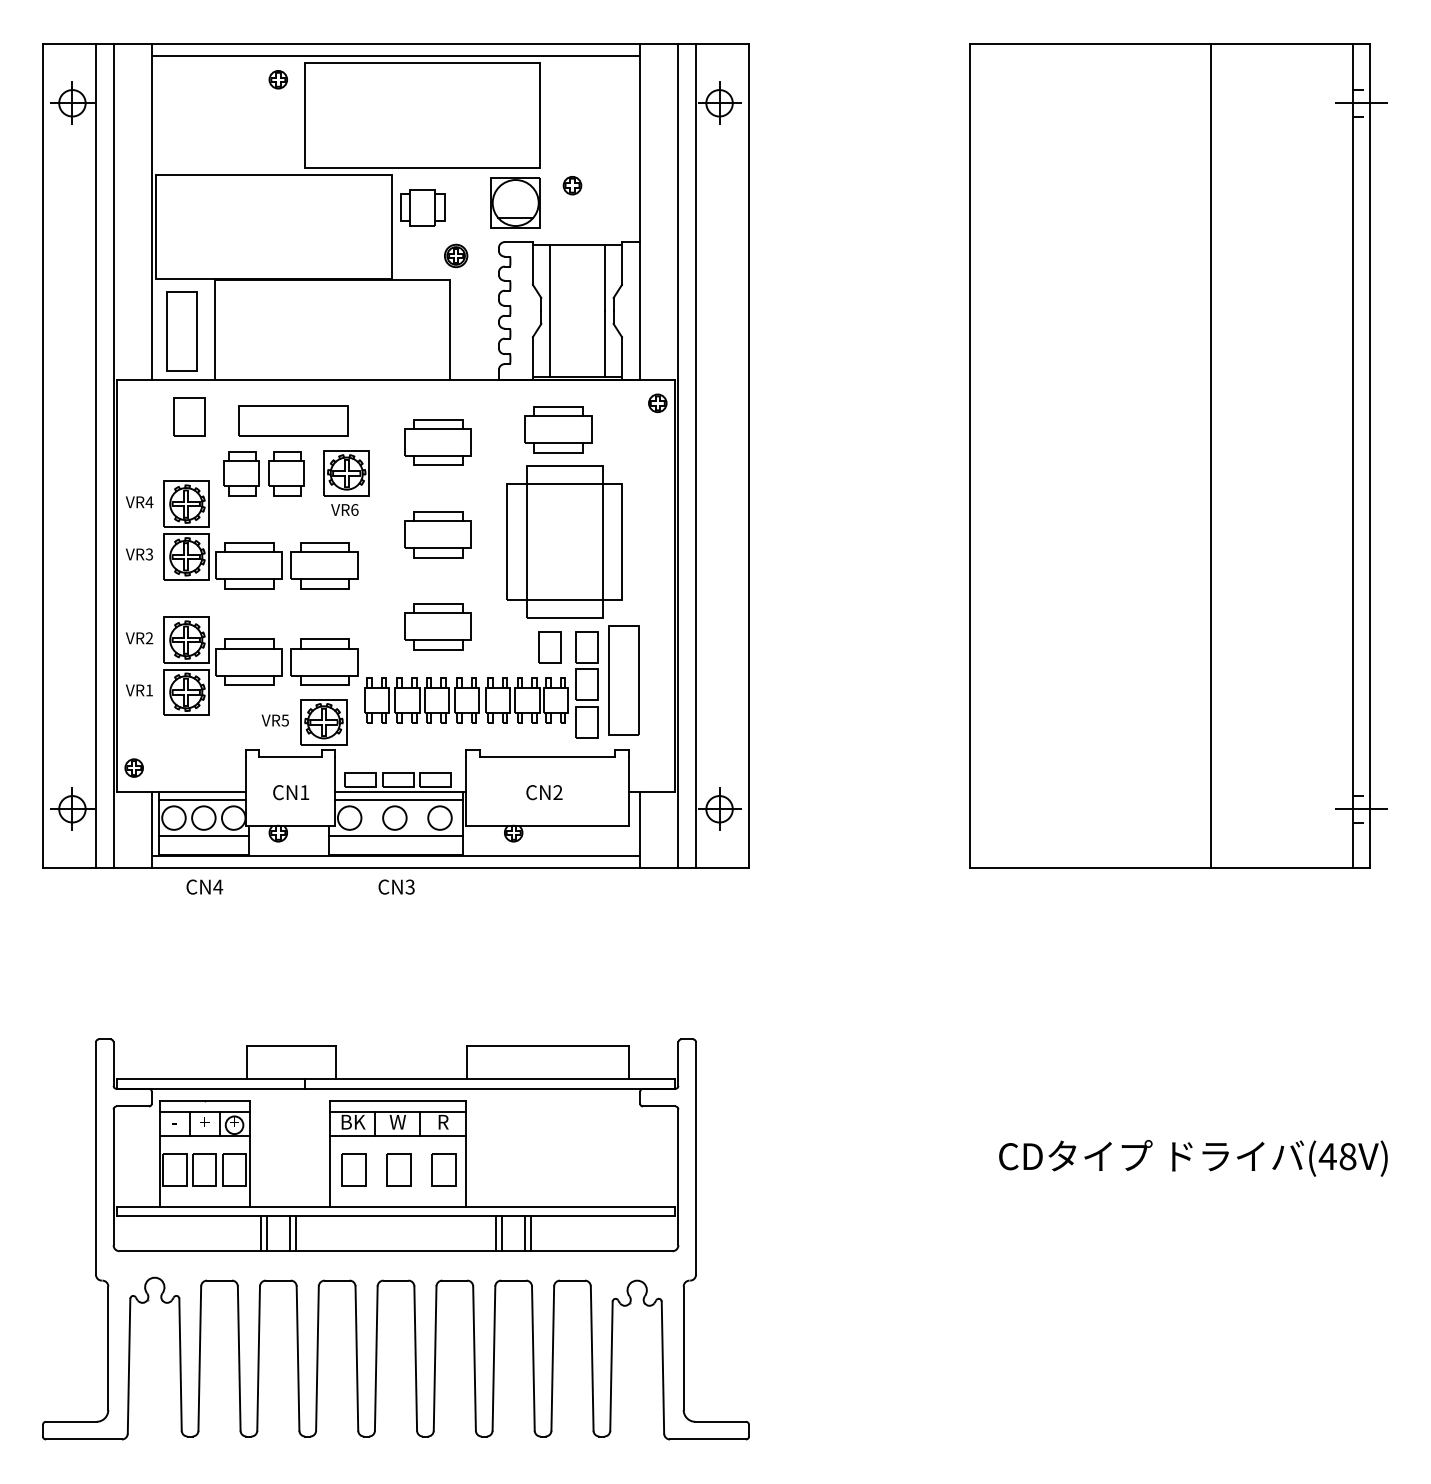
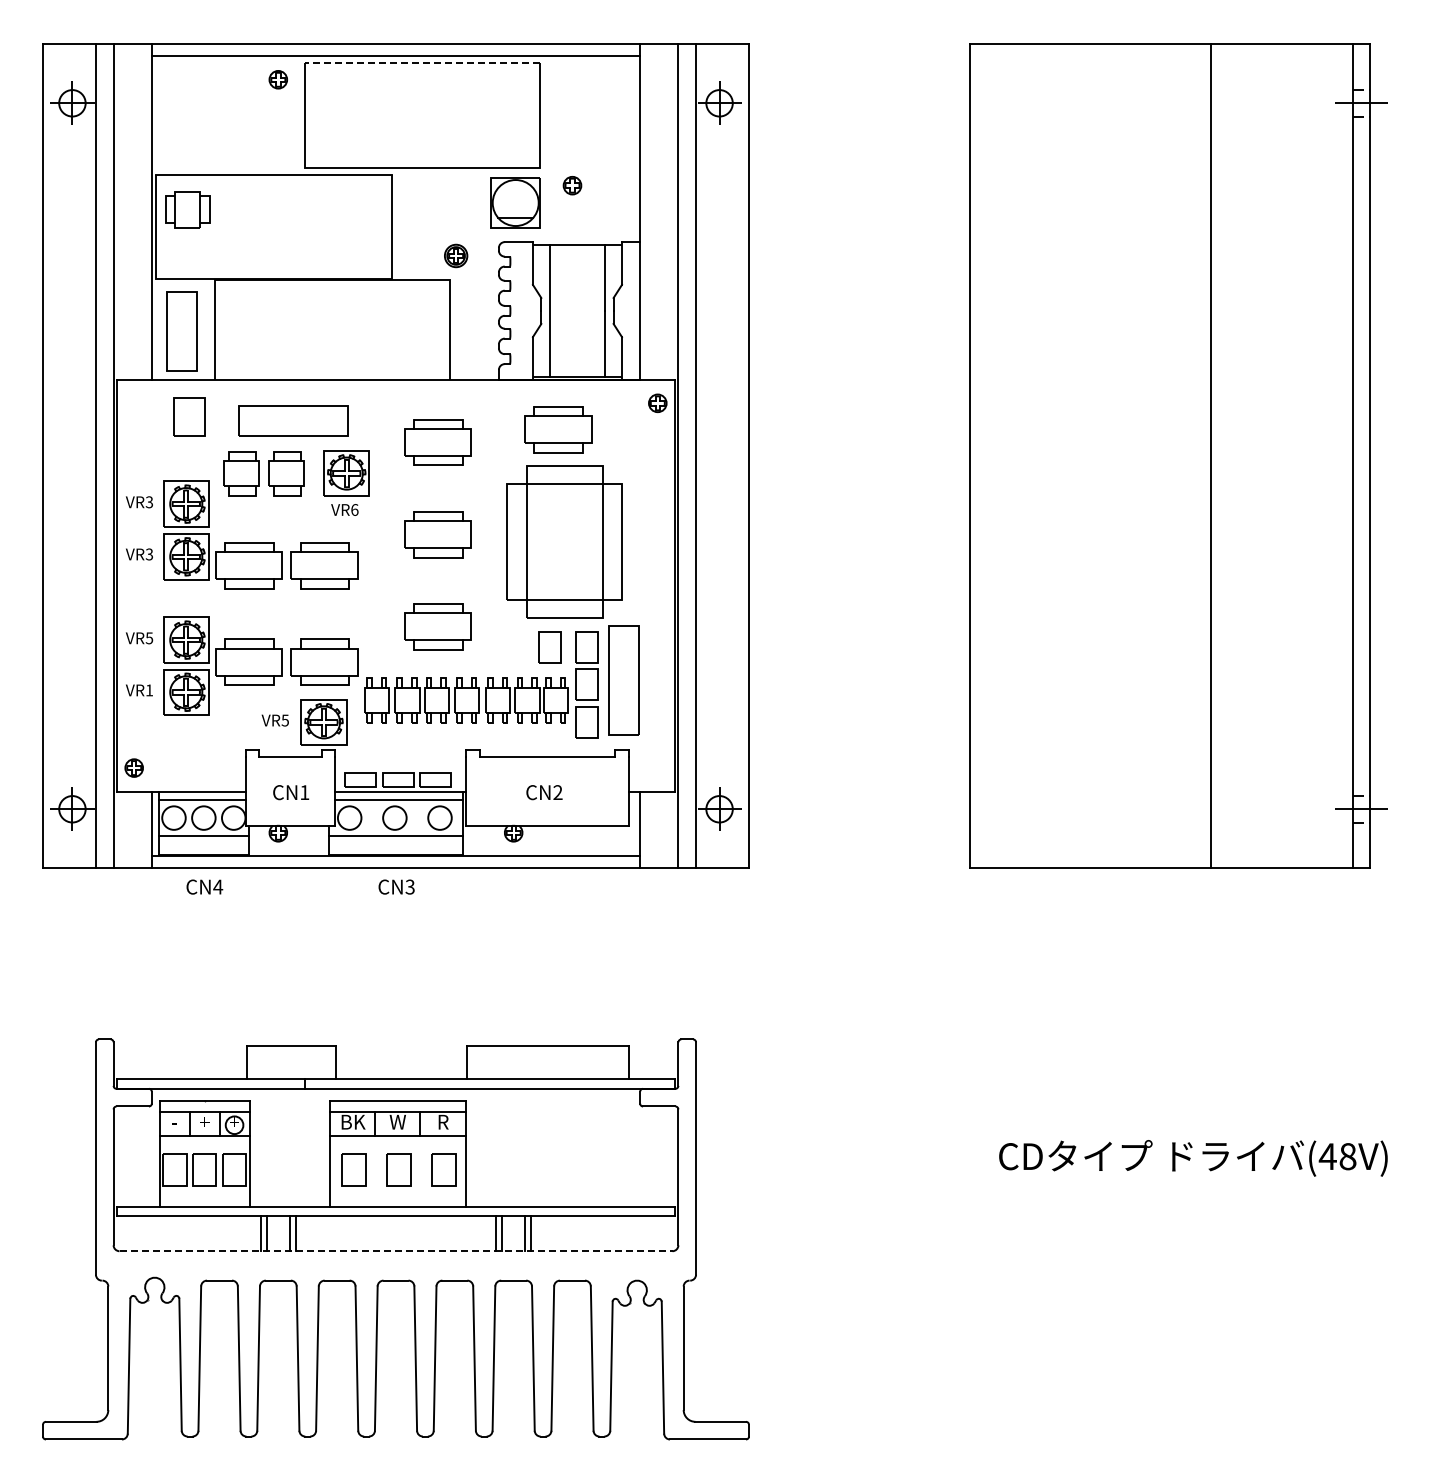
line at (422, 63): solid -> dashed
part at (422, 207) position: (422, 207) -> (187, 209)
text at (149, 502): VR4 -> VR3
text at (149, 638): VR2 -> VR5
line at (396, 1251): solid -> dashed
